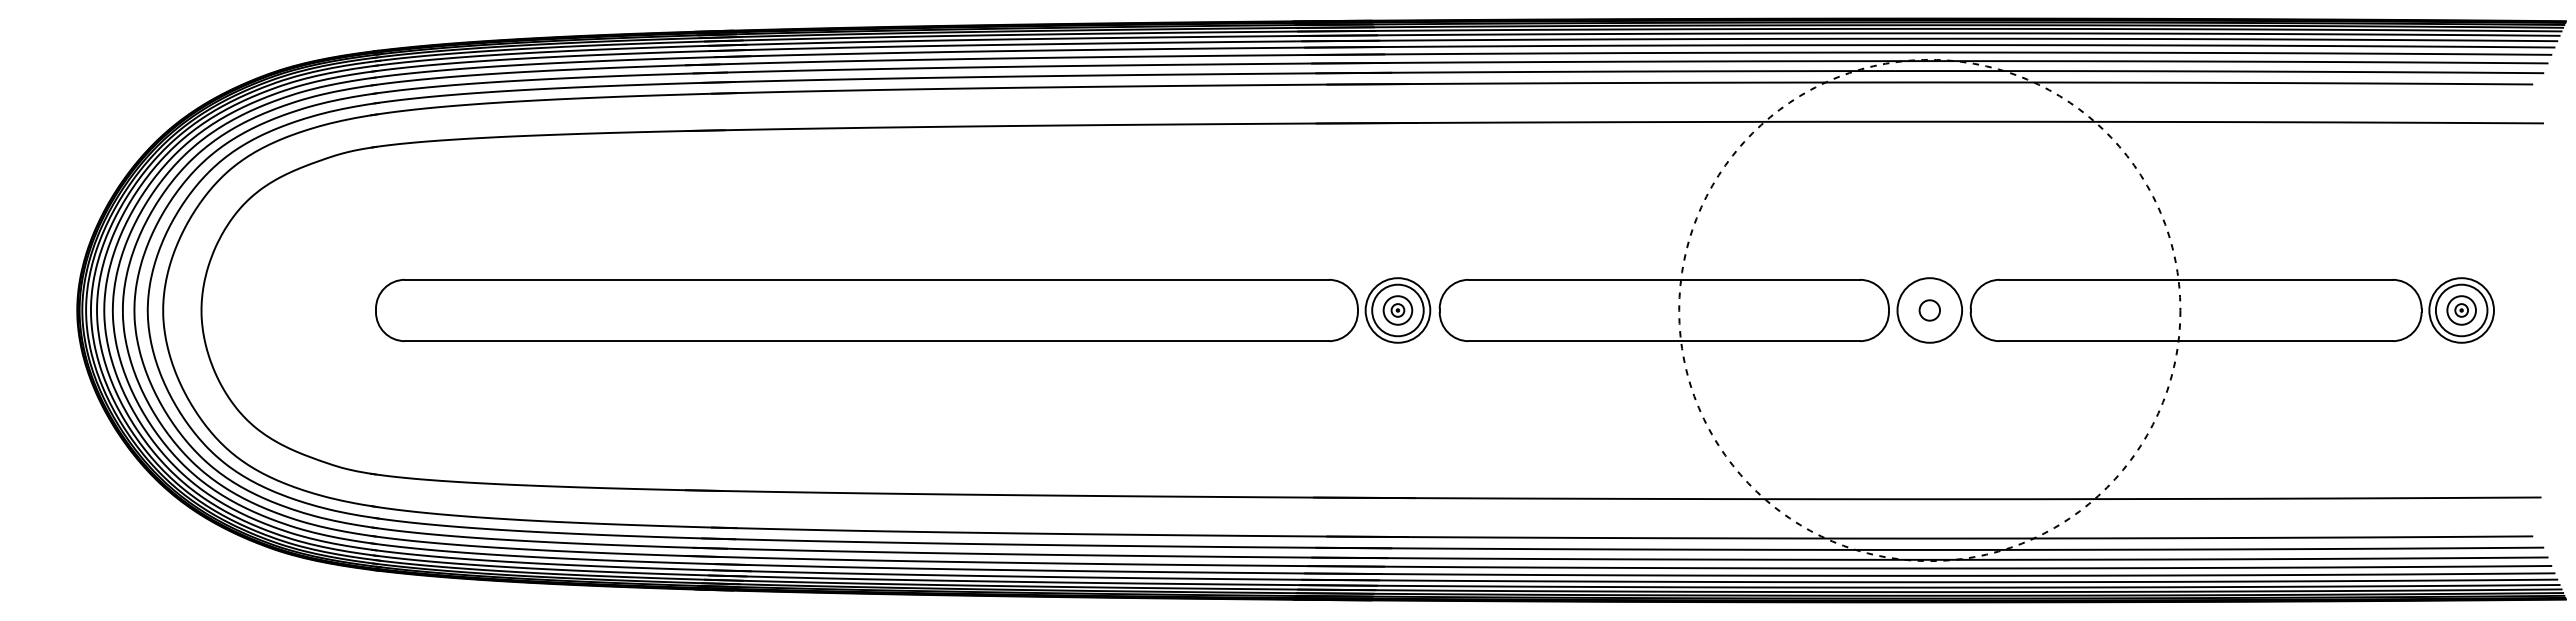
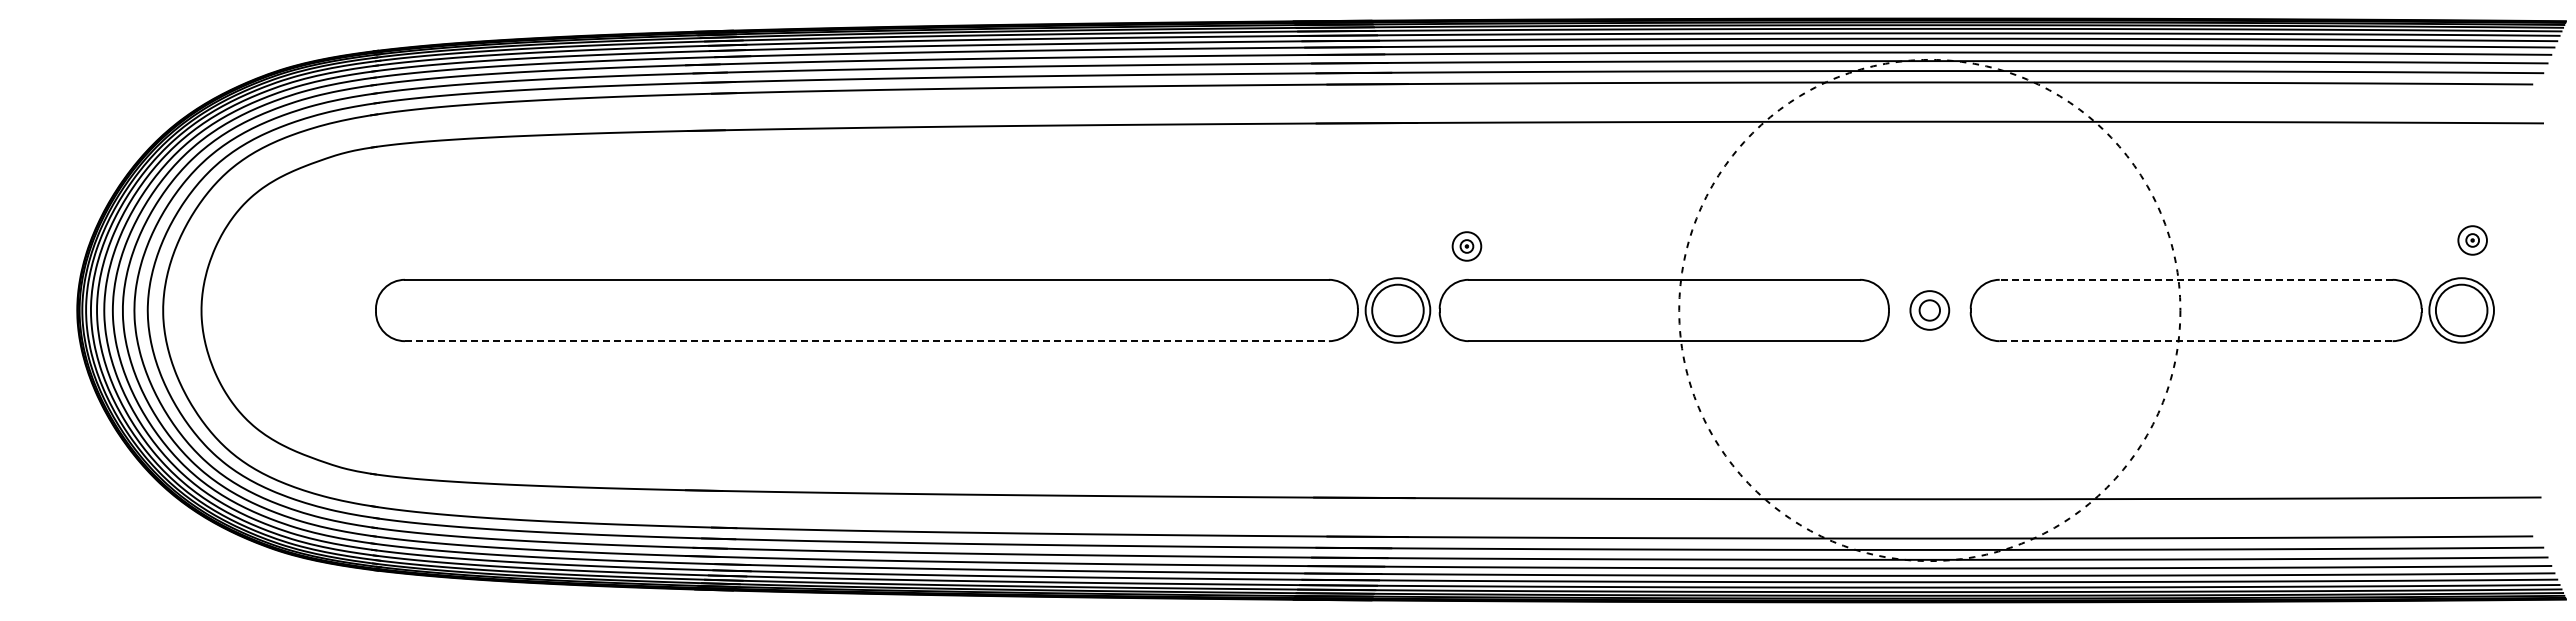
line at (2195, 279): solid -> dashed
part at (1397, 310) position: (1397, 310) -> (1466, 246)
circle at (1929, 310) diameter: 65 px -> 39 px
part at (2461, 310) position: (2461, 310) -> (2472, 240)
line at (866, 341): solid -> dashed
line at (2196, 341): solid -> dashed
